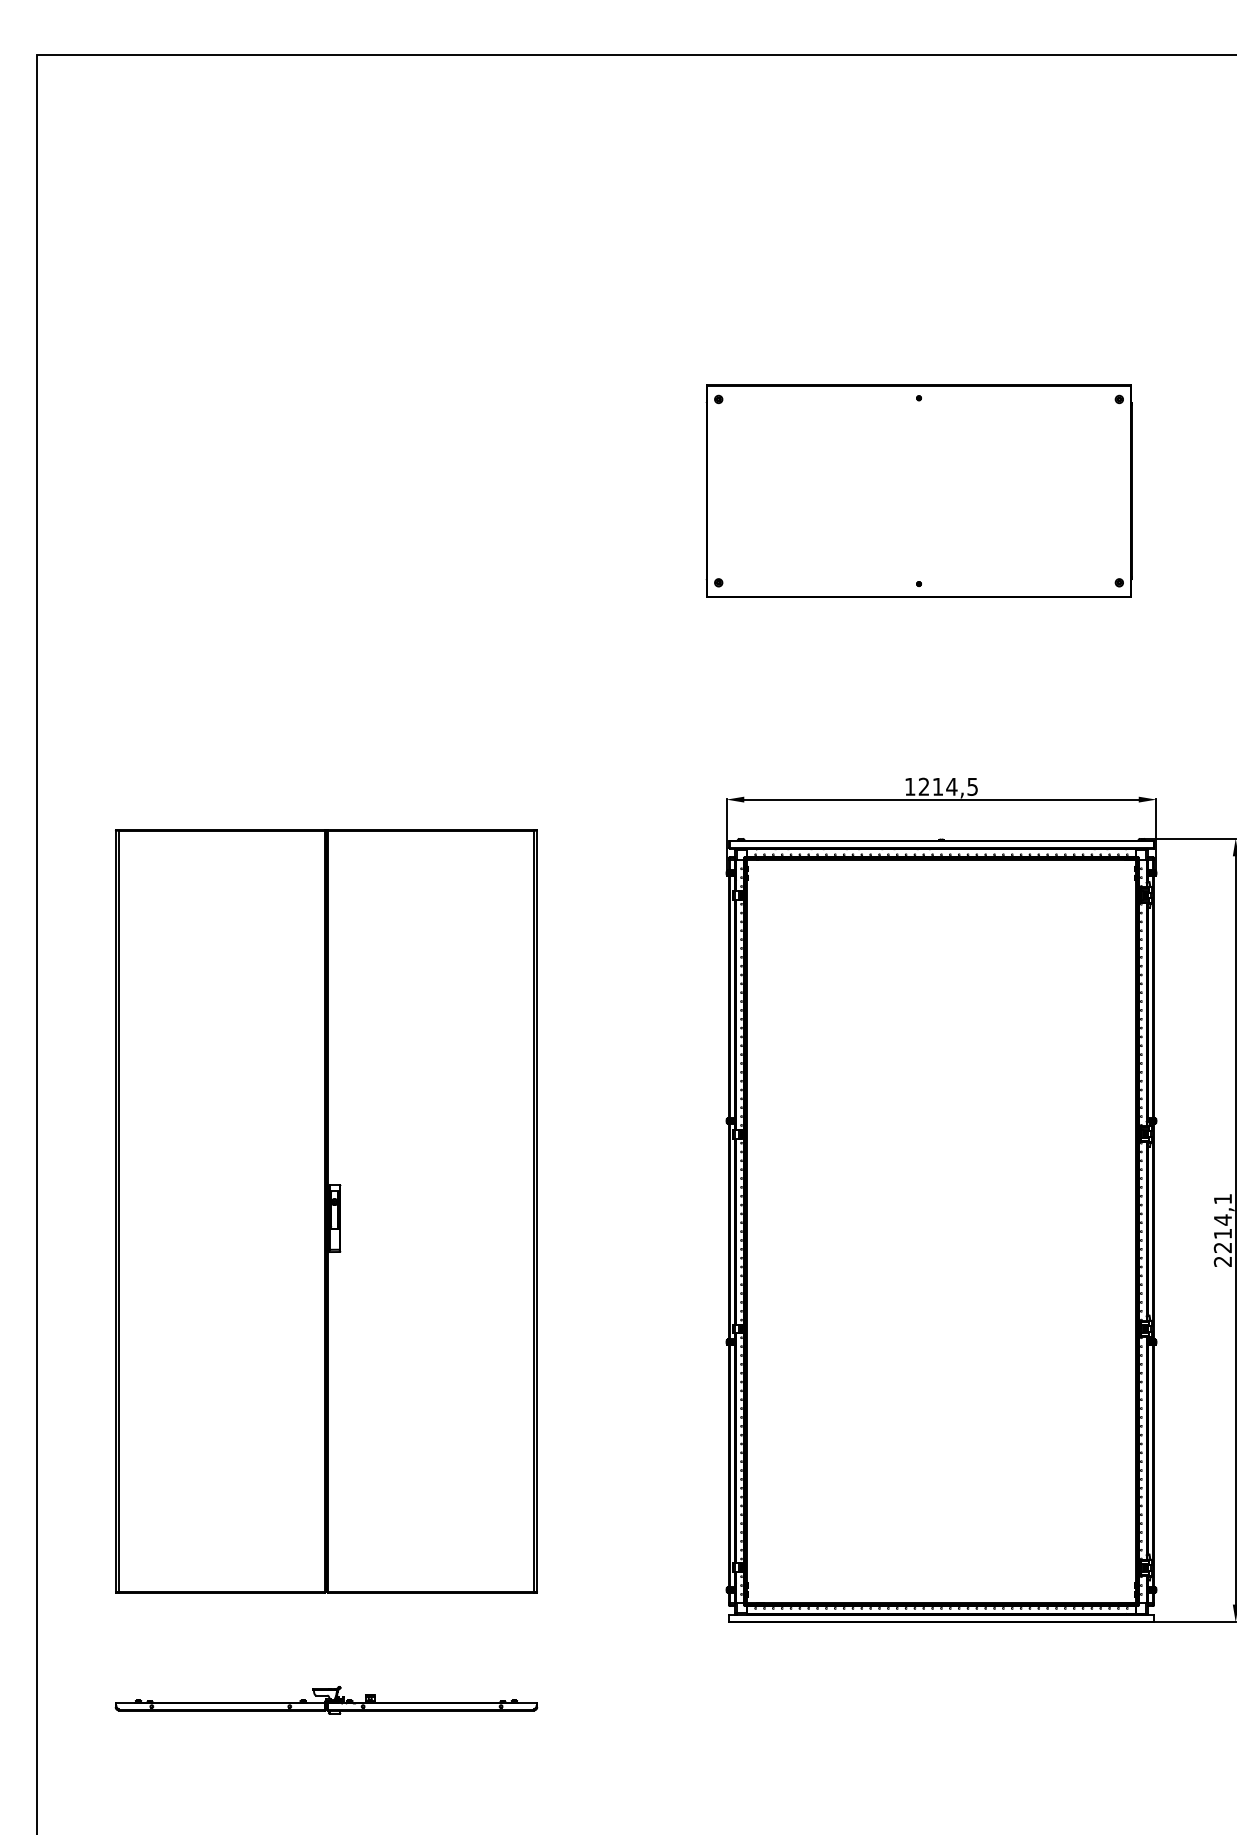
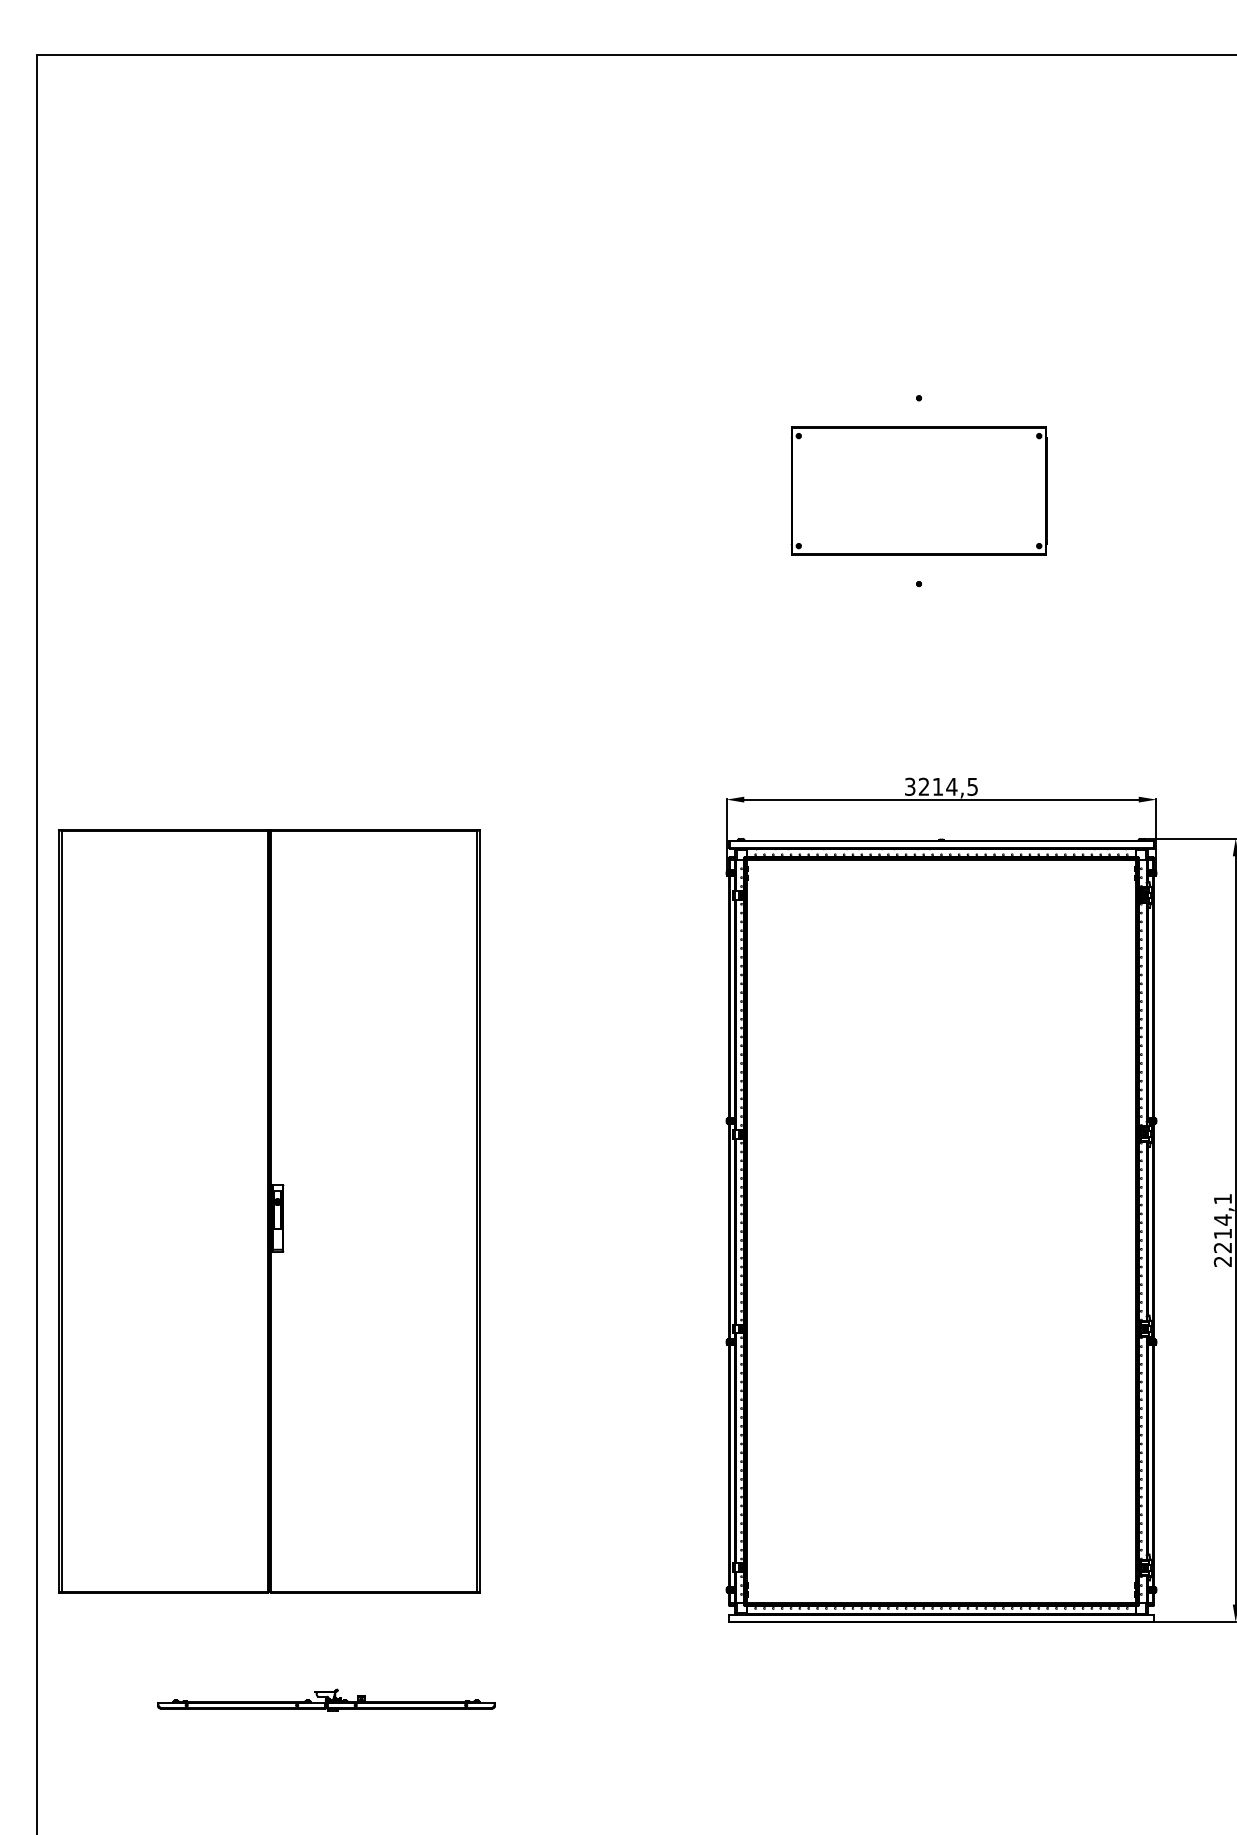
part at (918, 490) size: 428x214 px -> 258x130 px
text at (910, 786): 1214,5 -> 3214,5
part at (326, 1211) position: (326, 1211) -> (269, 1211)
part at (326, 1700) size: 425x29 px -> 339x24 px
